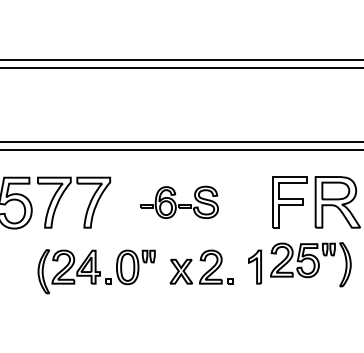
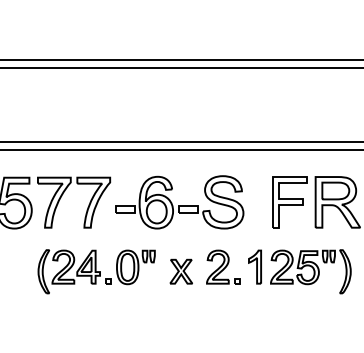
part at (179, 201) size: 79x34 px -> 130x55 px
part at (310, 264) position: (310, 264) -> (310, 271)
part at (216, 266) position: (216, 266) -> (223, 266)
